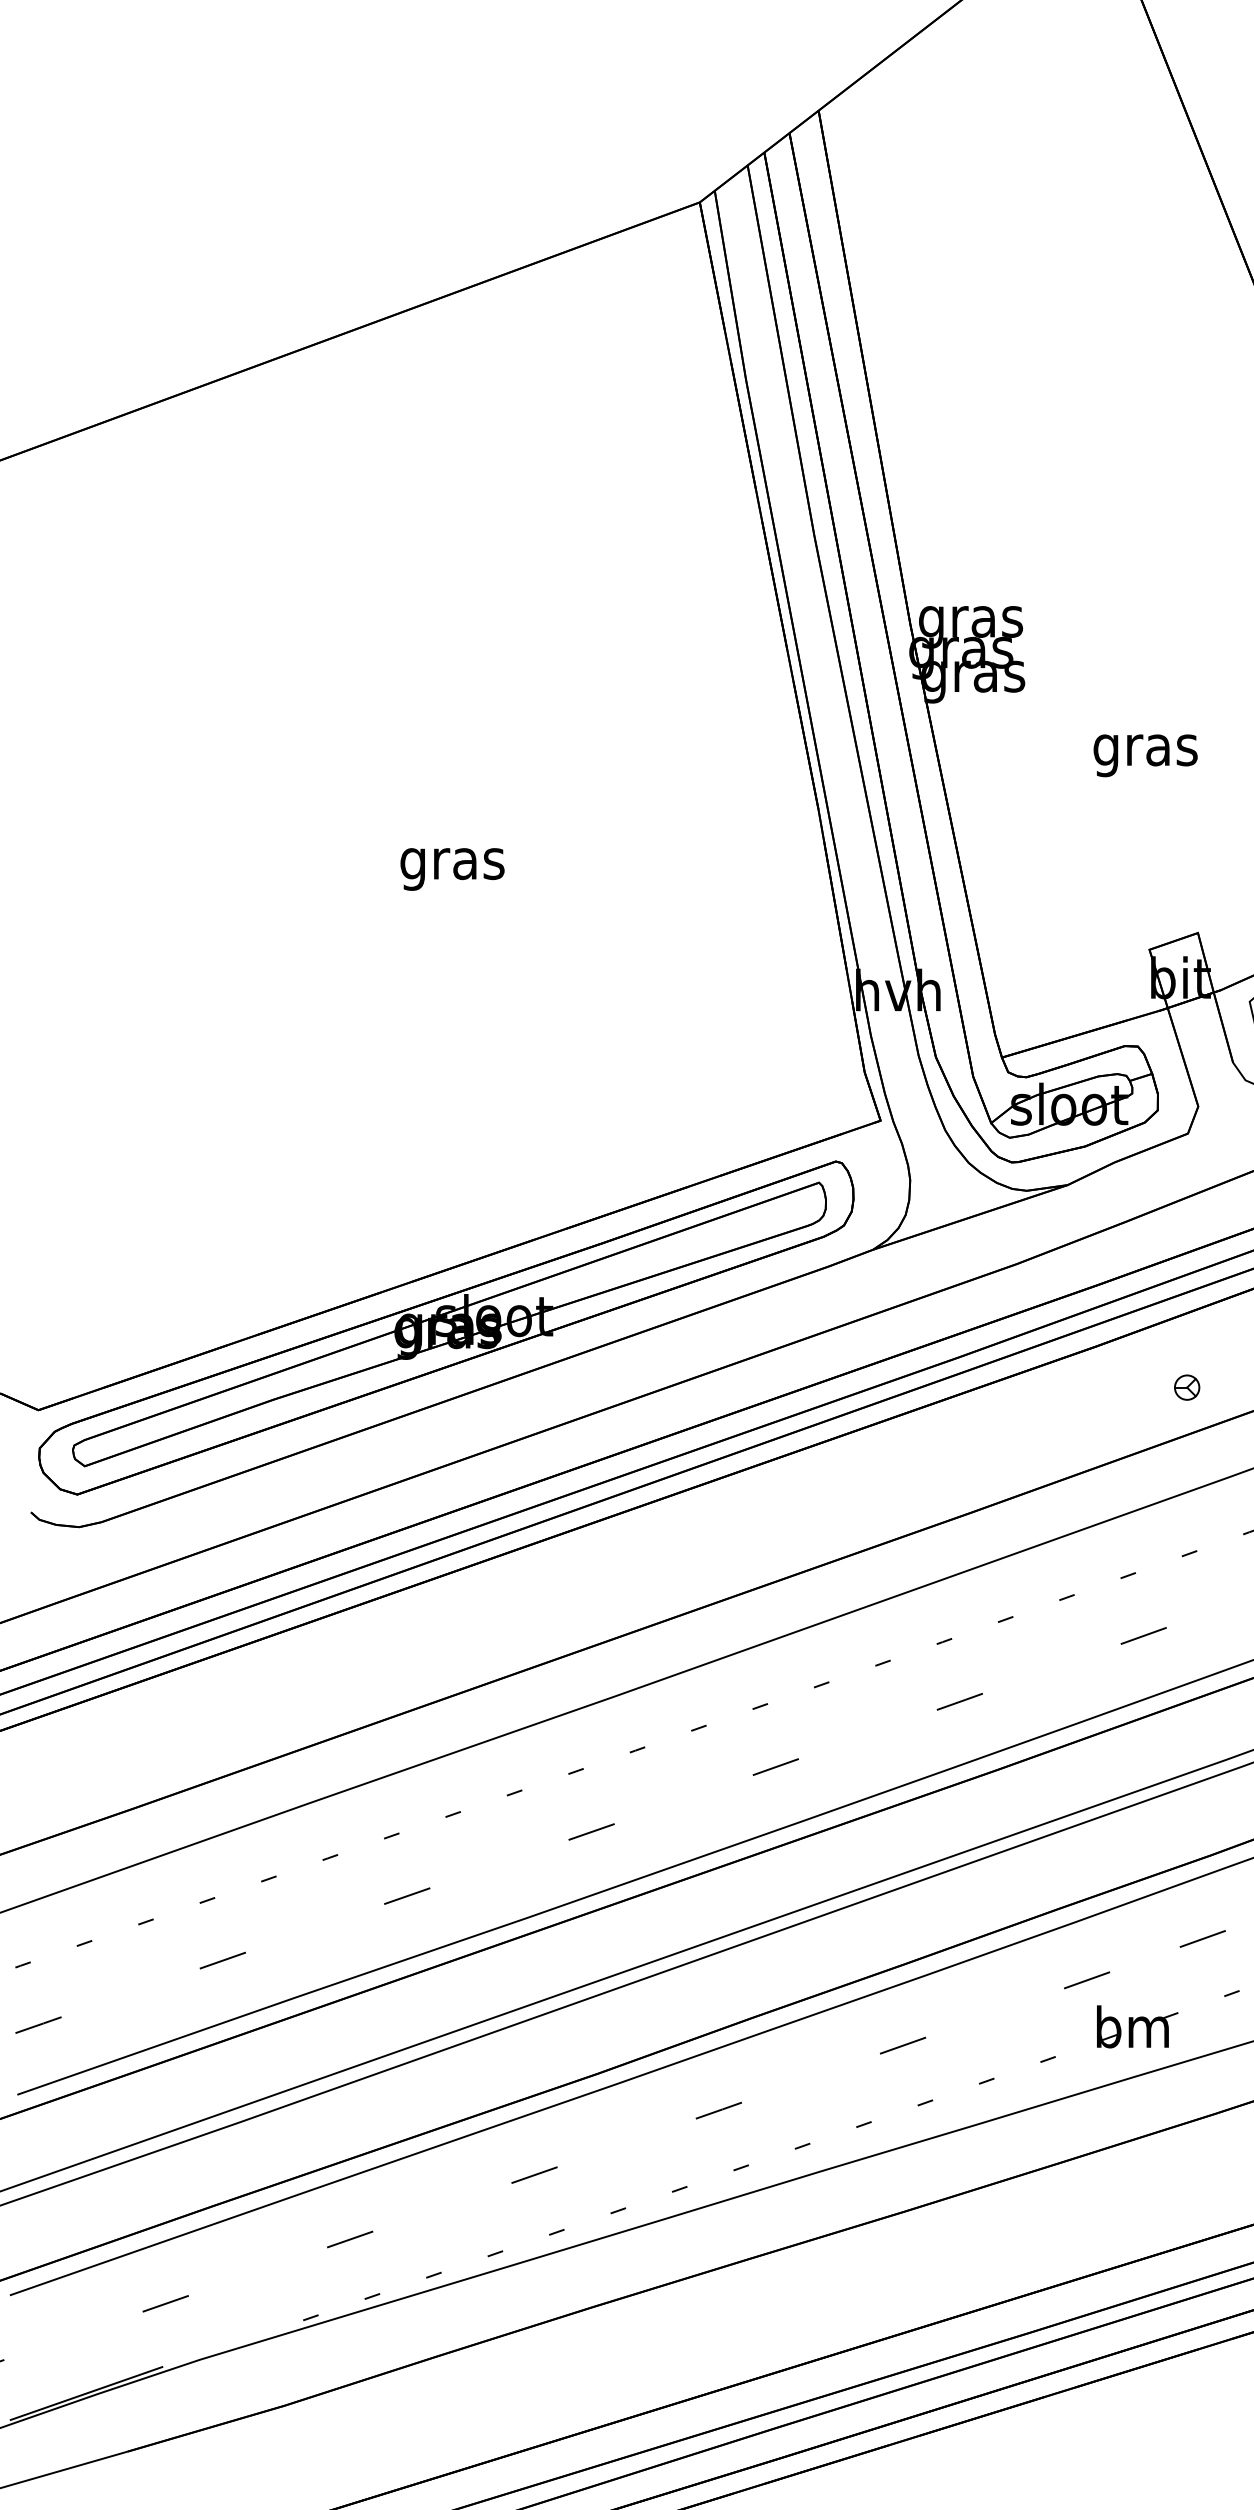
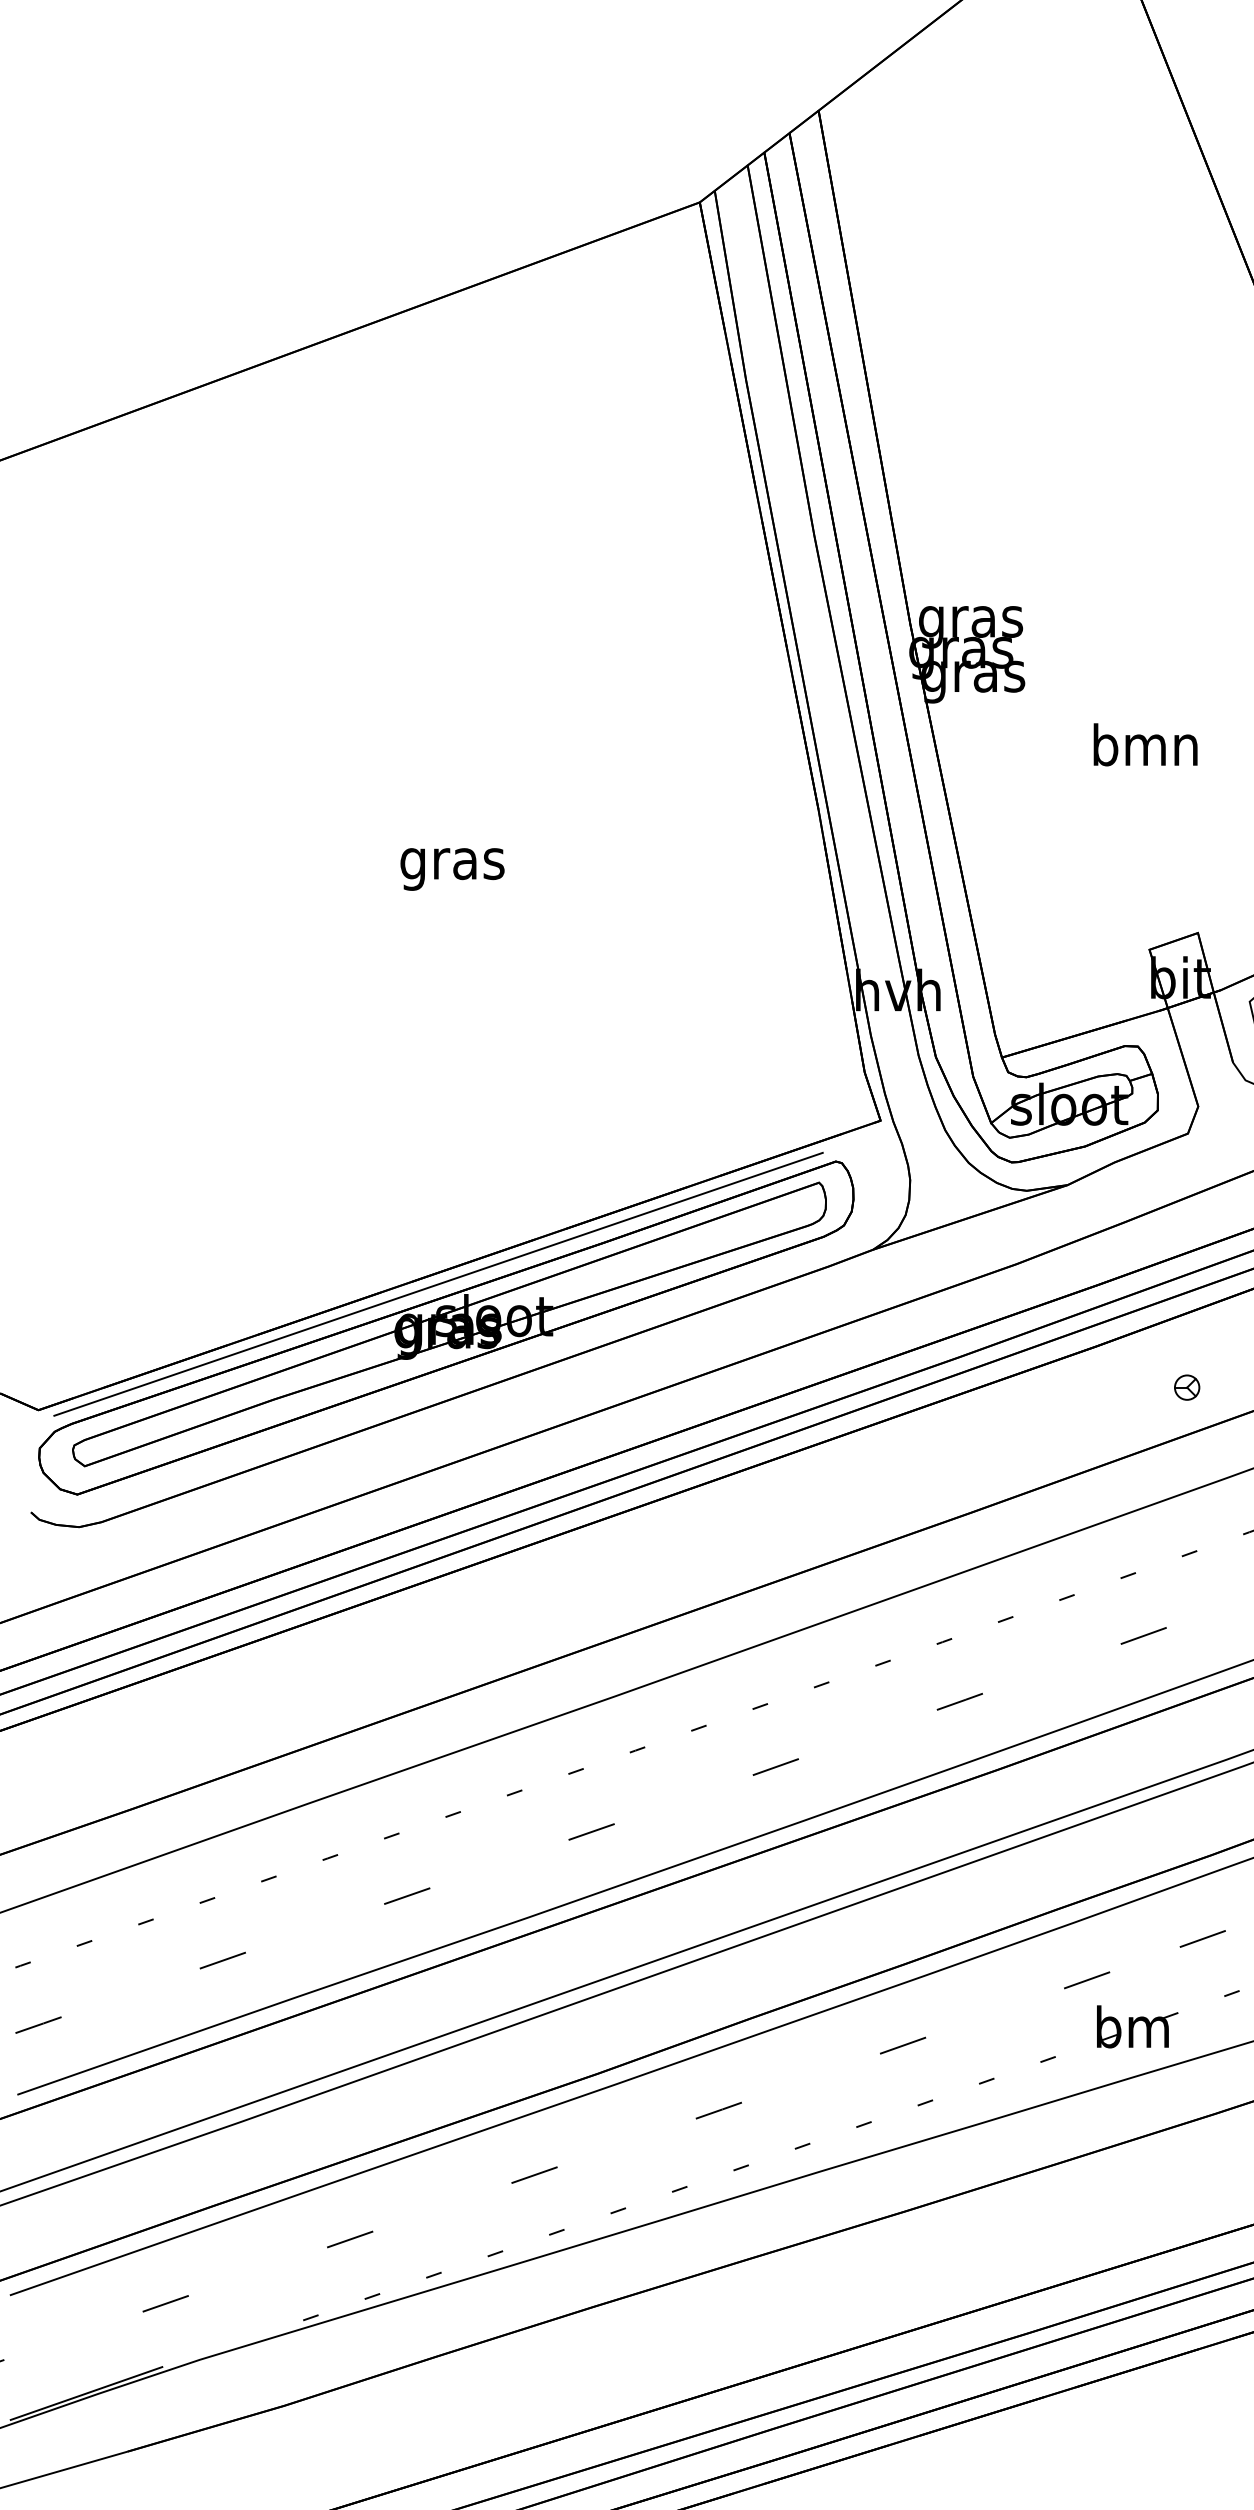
text at (1145, 750): gras -> bmn
line at (438, 1283): none -> present
